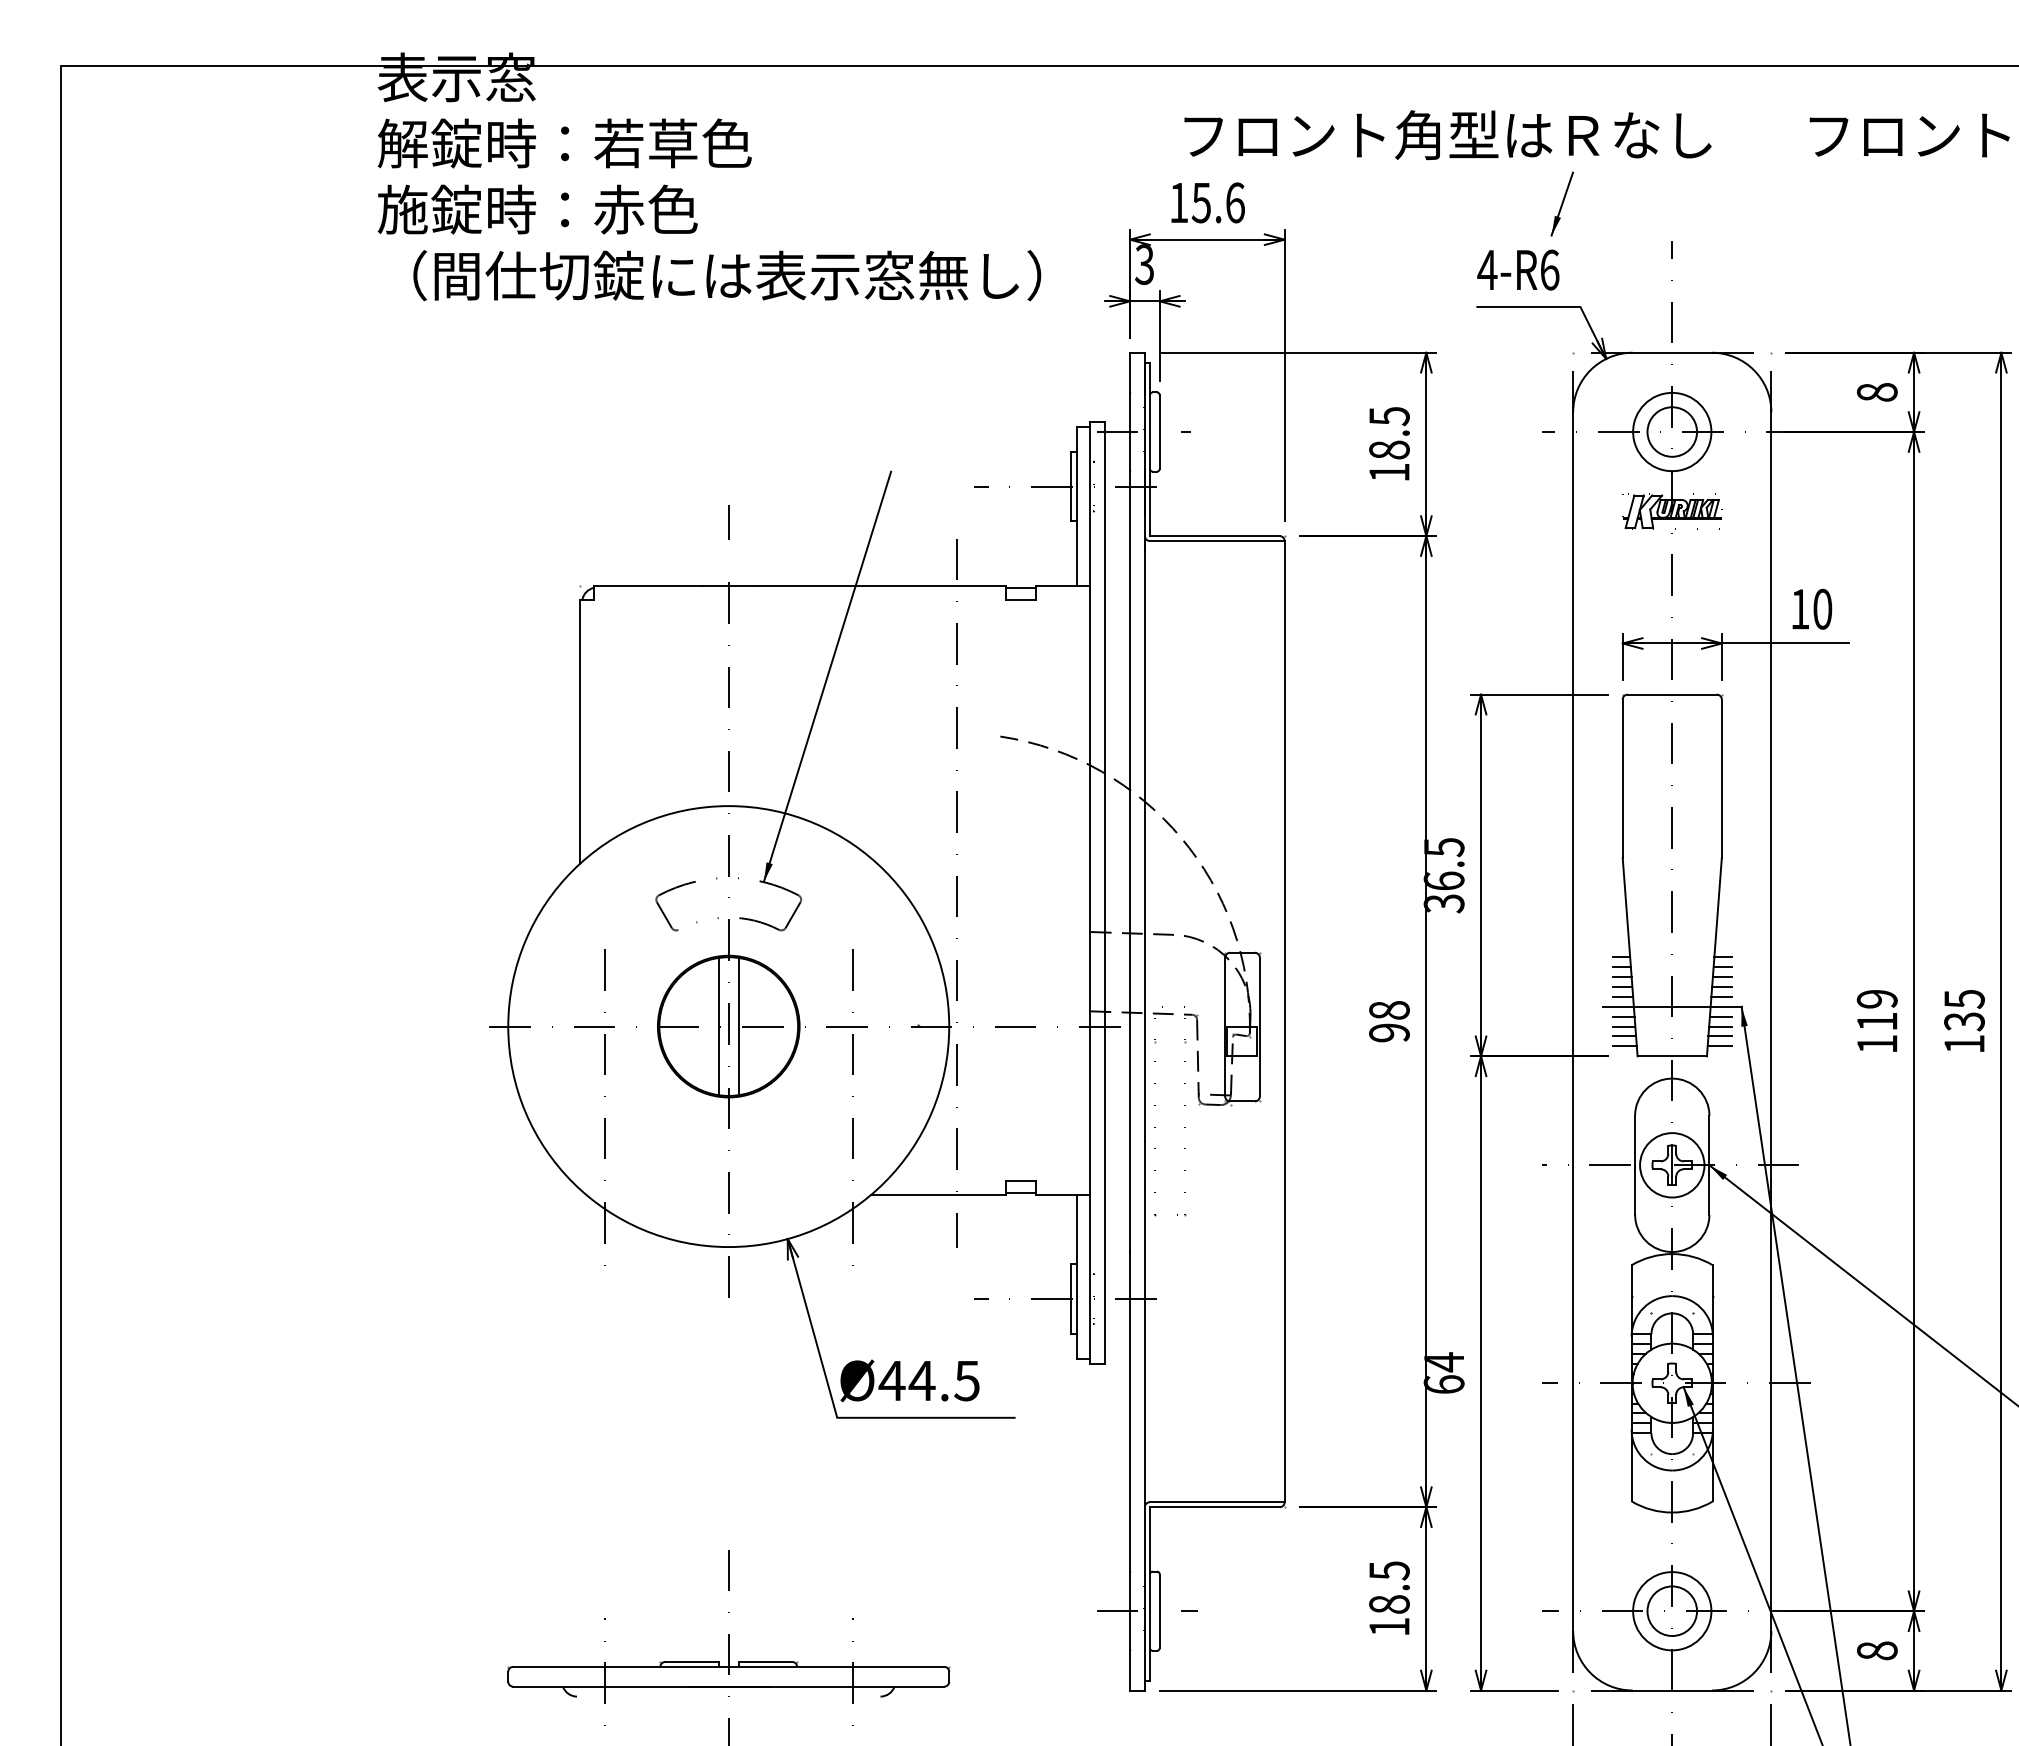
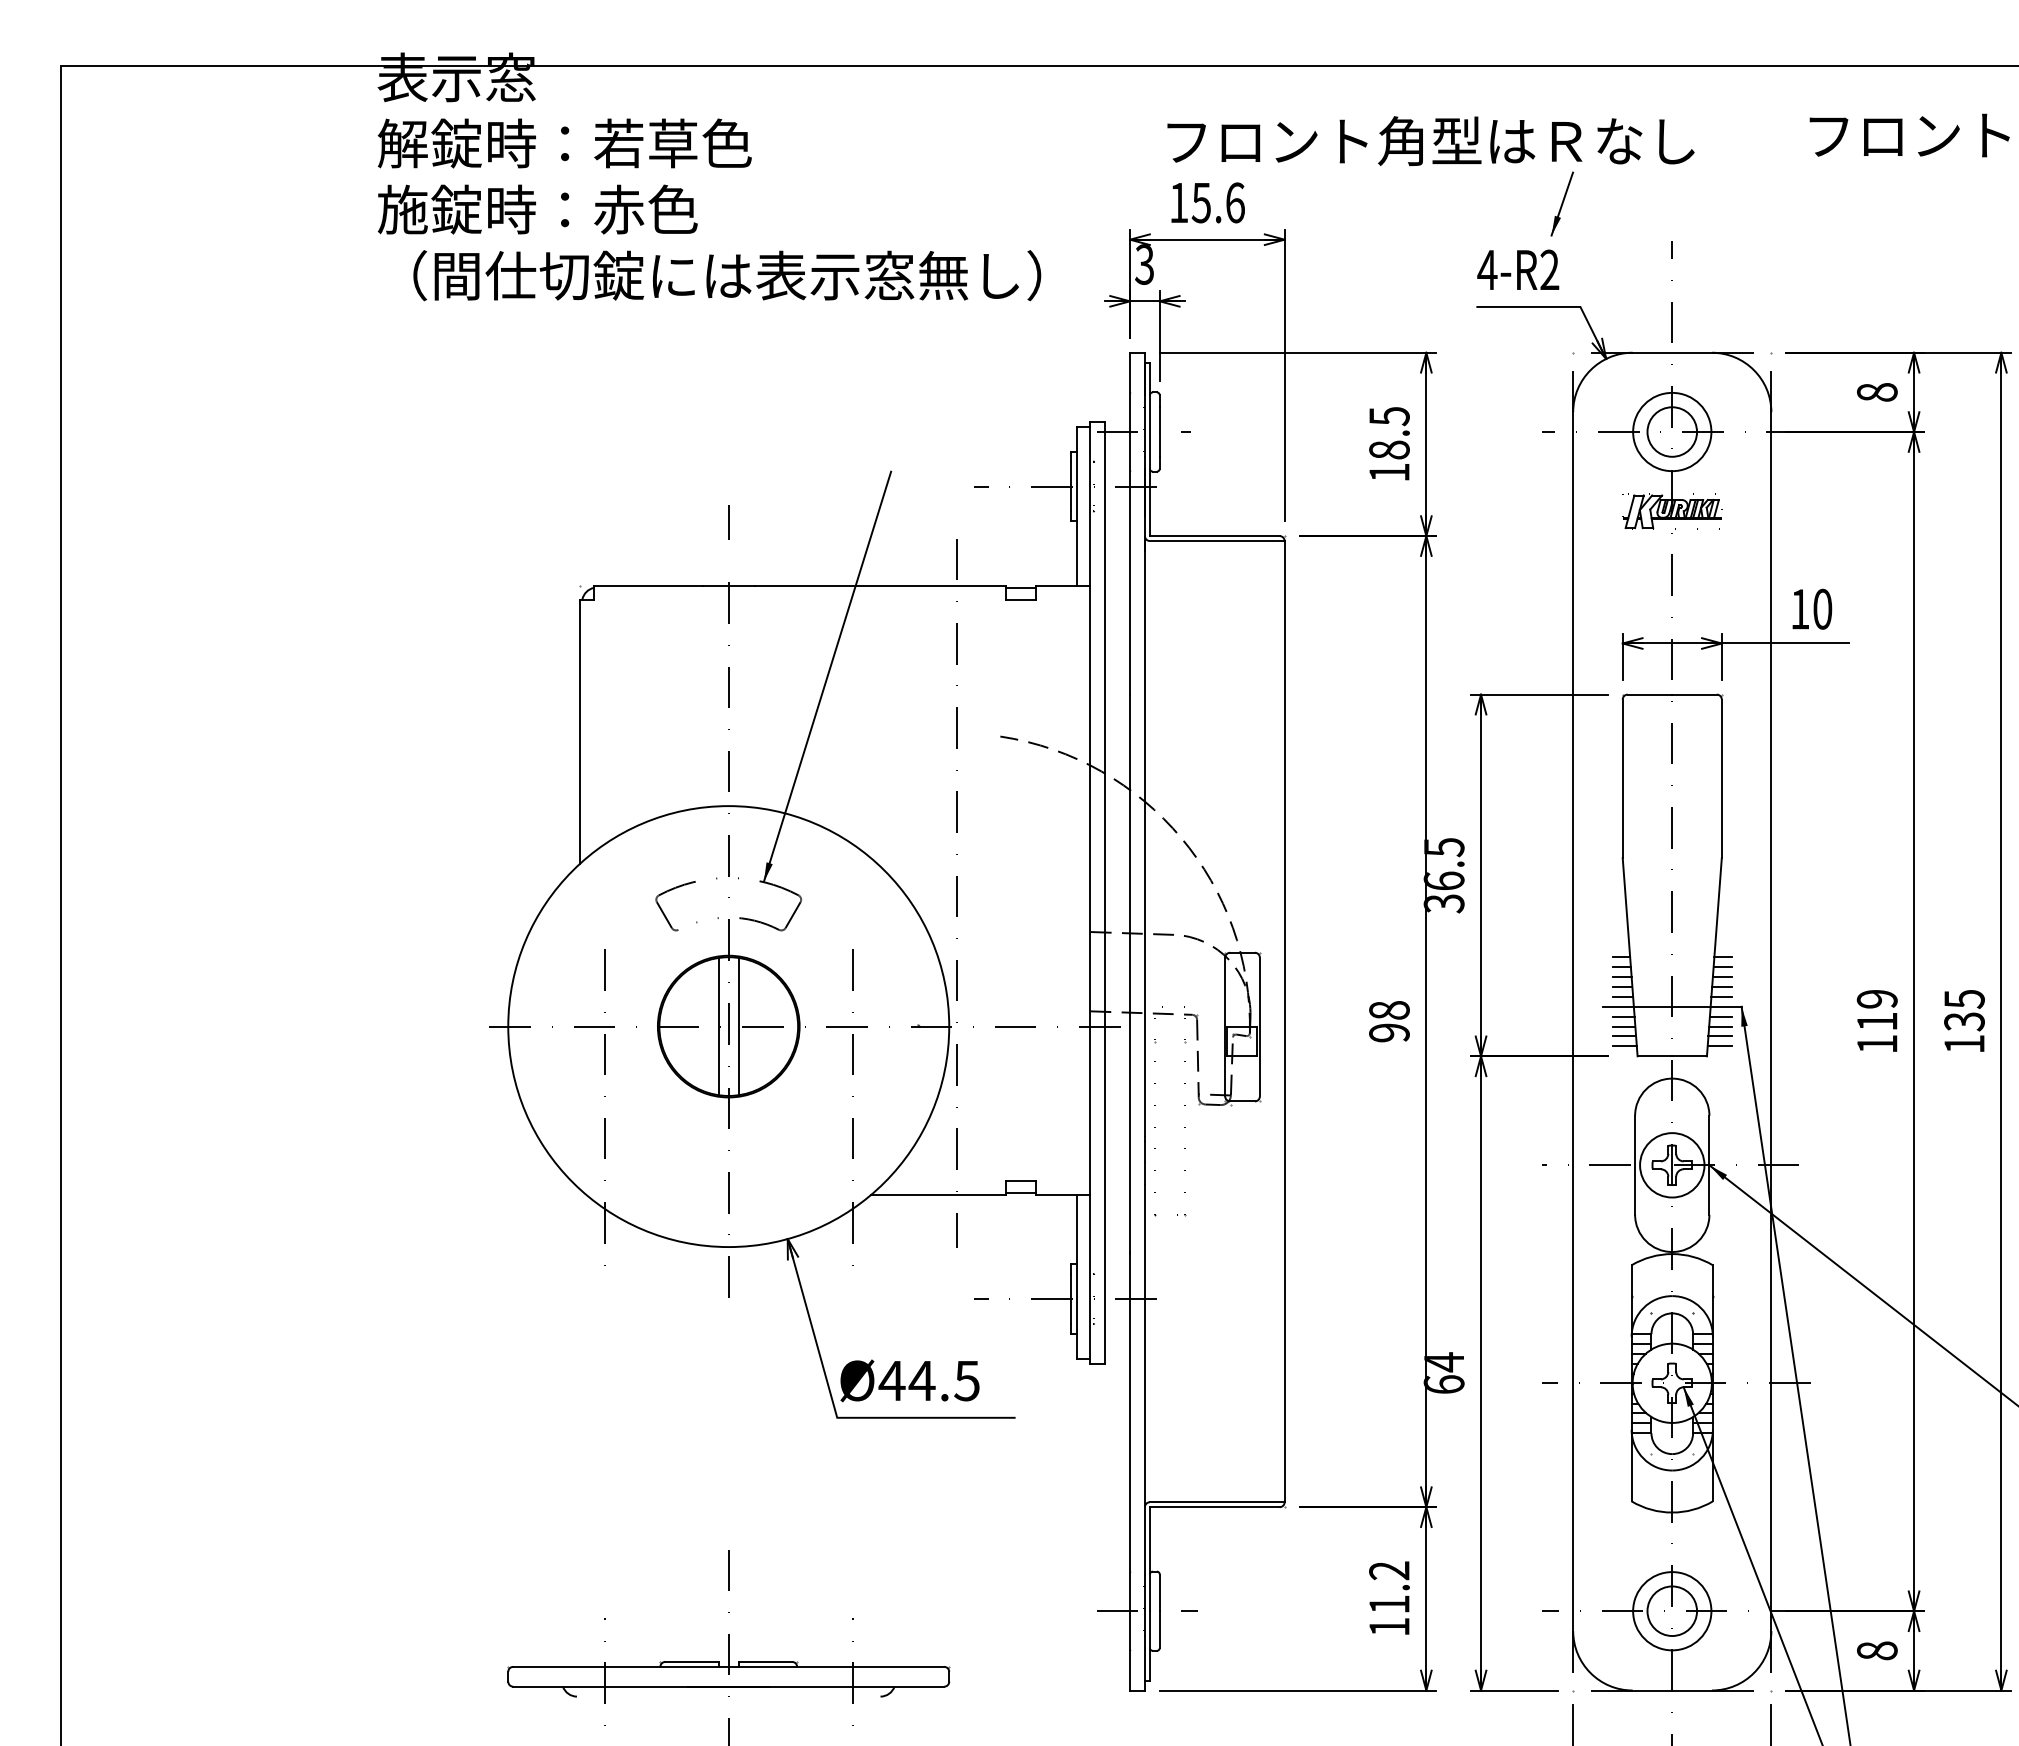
text at (1447, 134) position: (1447, 134) -> (1430, 140)
text at (1549, 269): 4-R6 -> 4-R2
text at (1389, 1587): 18.5 -> 11.2
